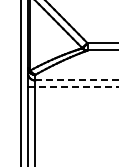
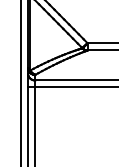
line at (77, 80): dashed -> solid
line at (77, 87): dashed -> solid
